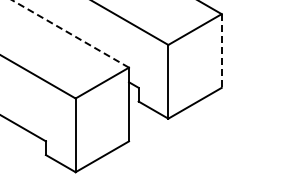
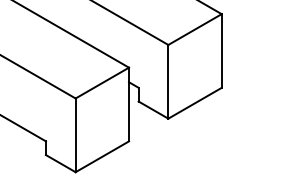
line at (70, 33): dashed -> solid
line at (221, 51): dashed -> solid
